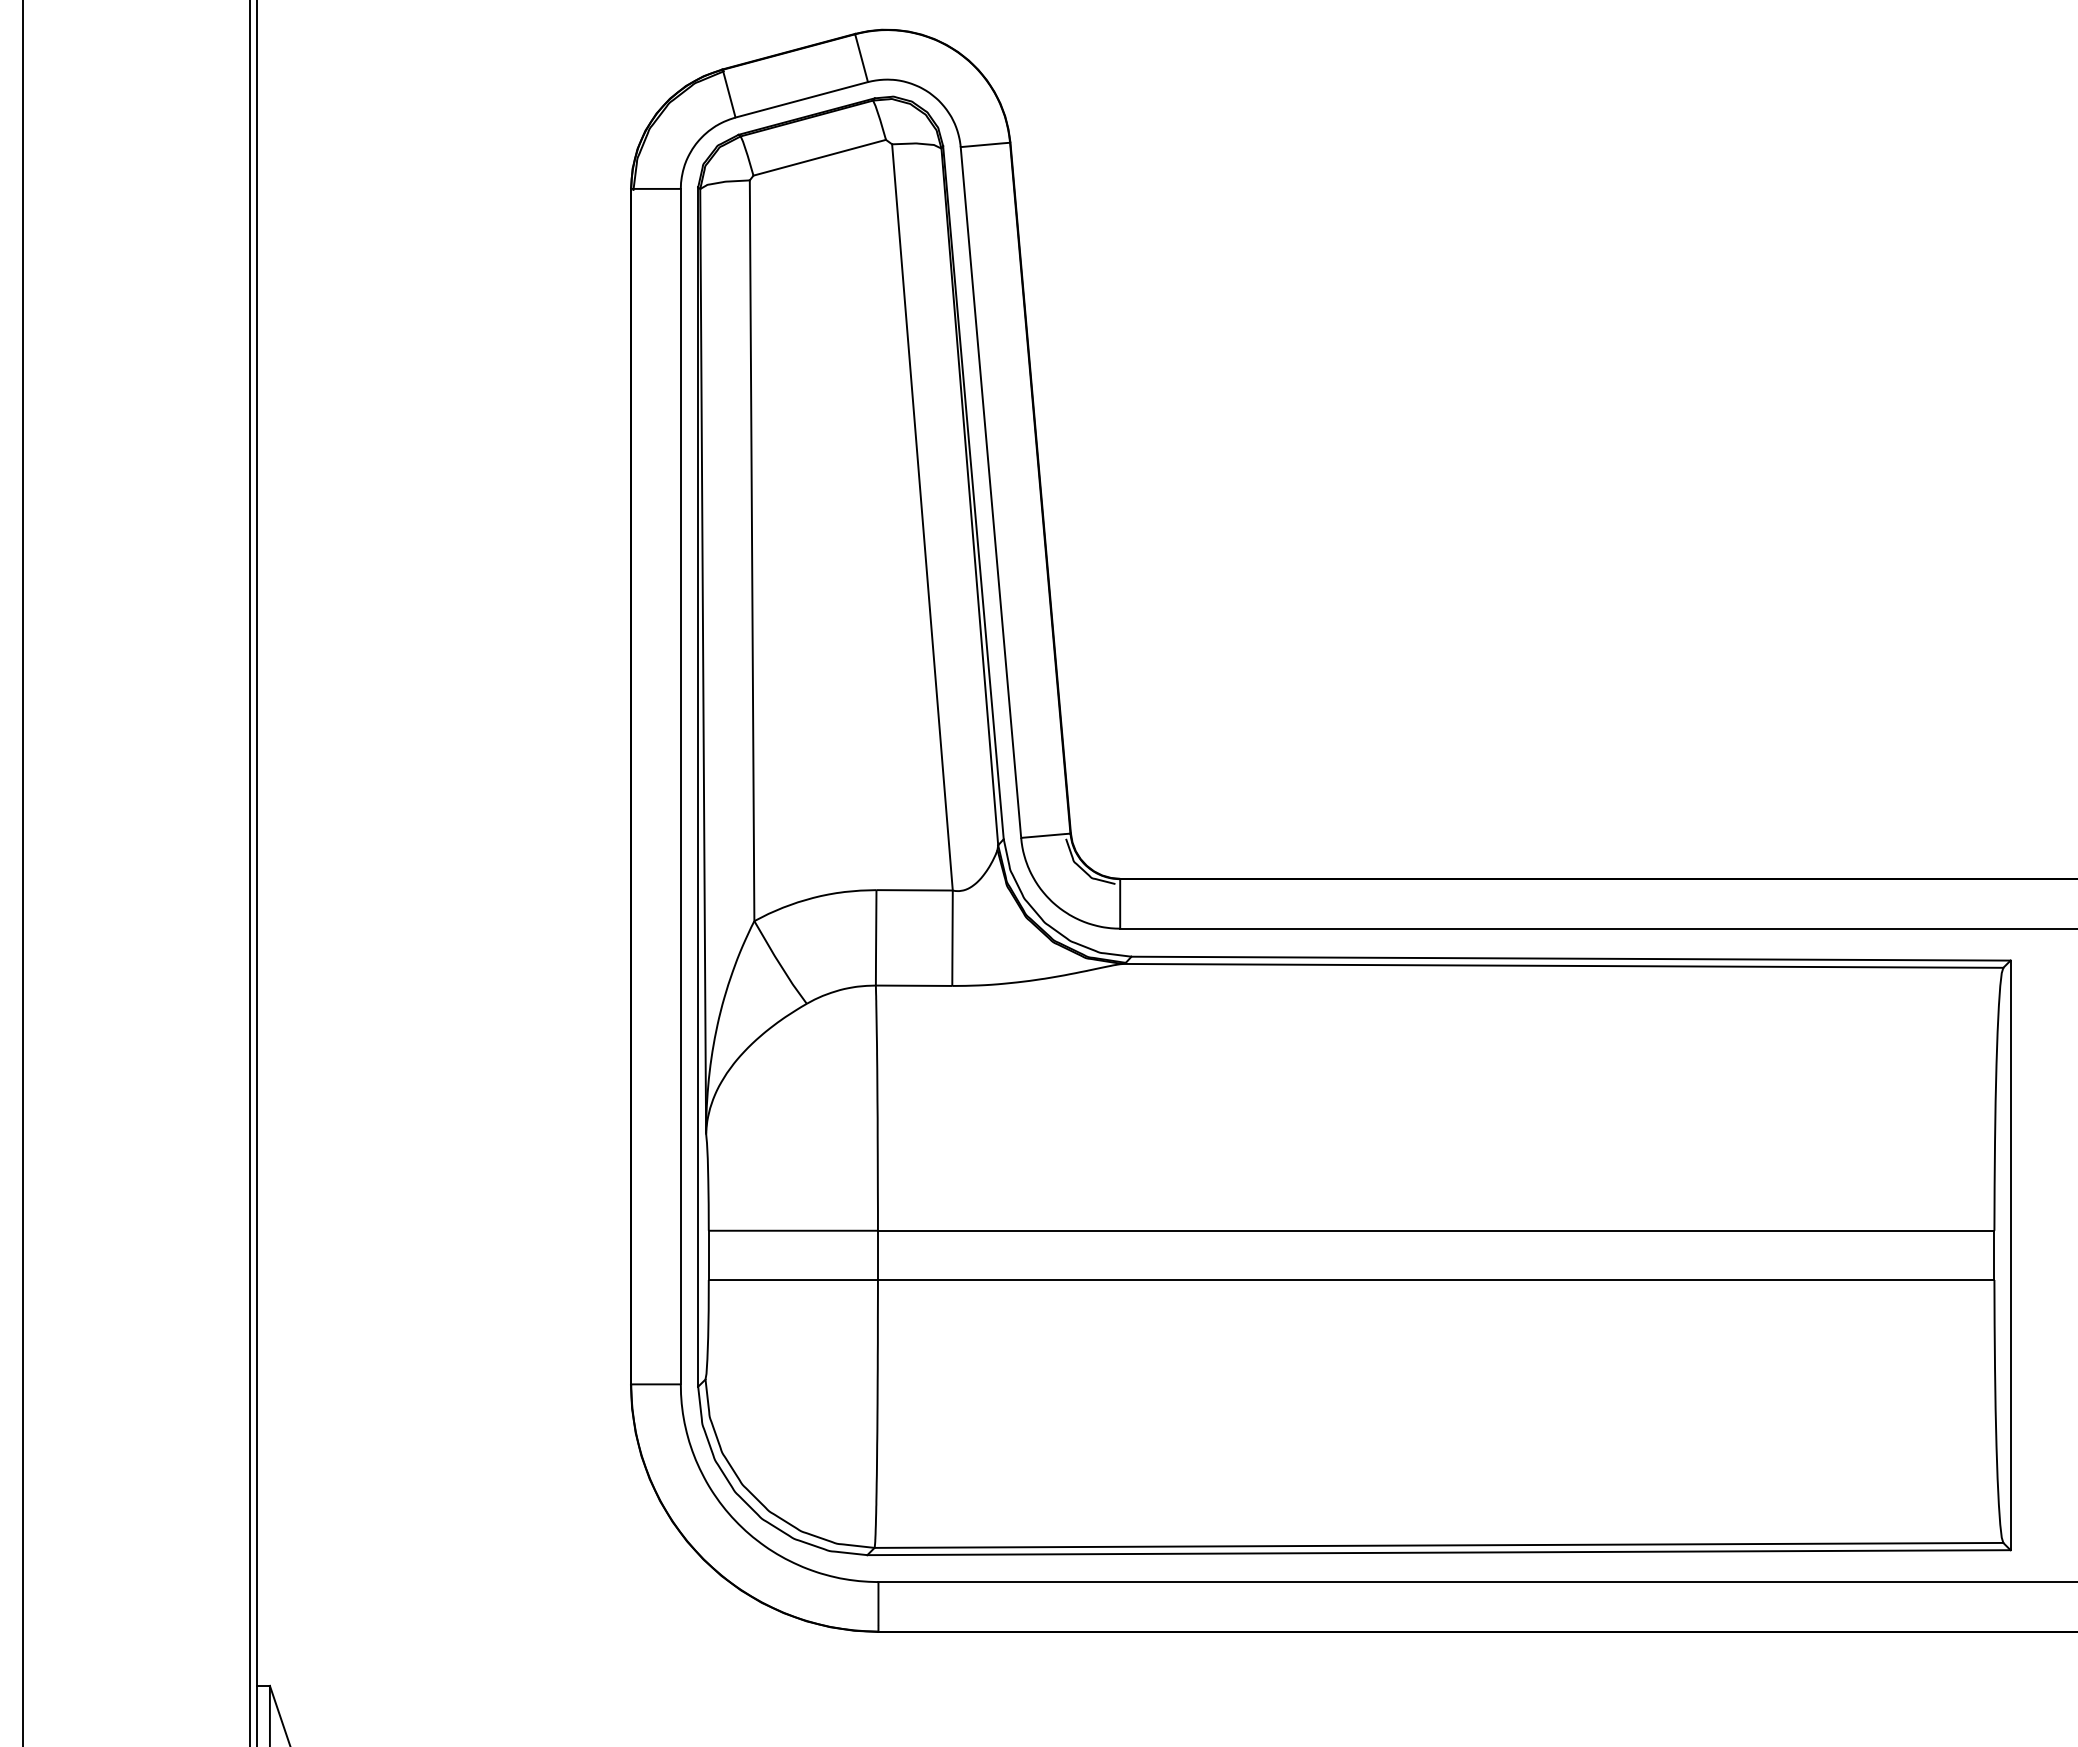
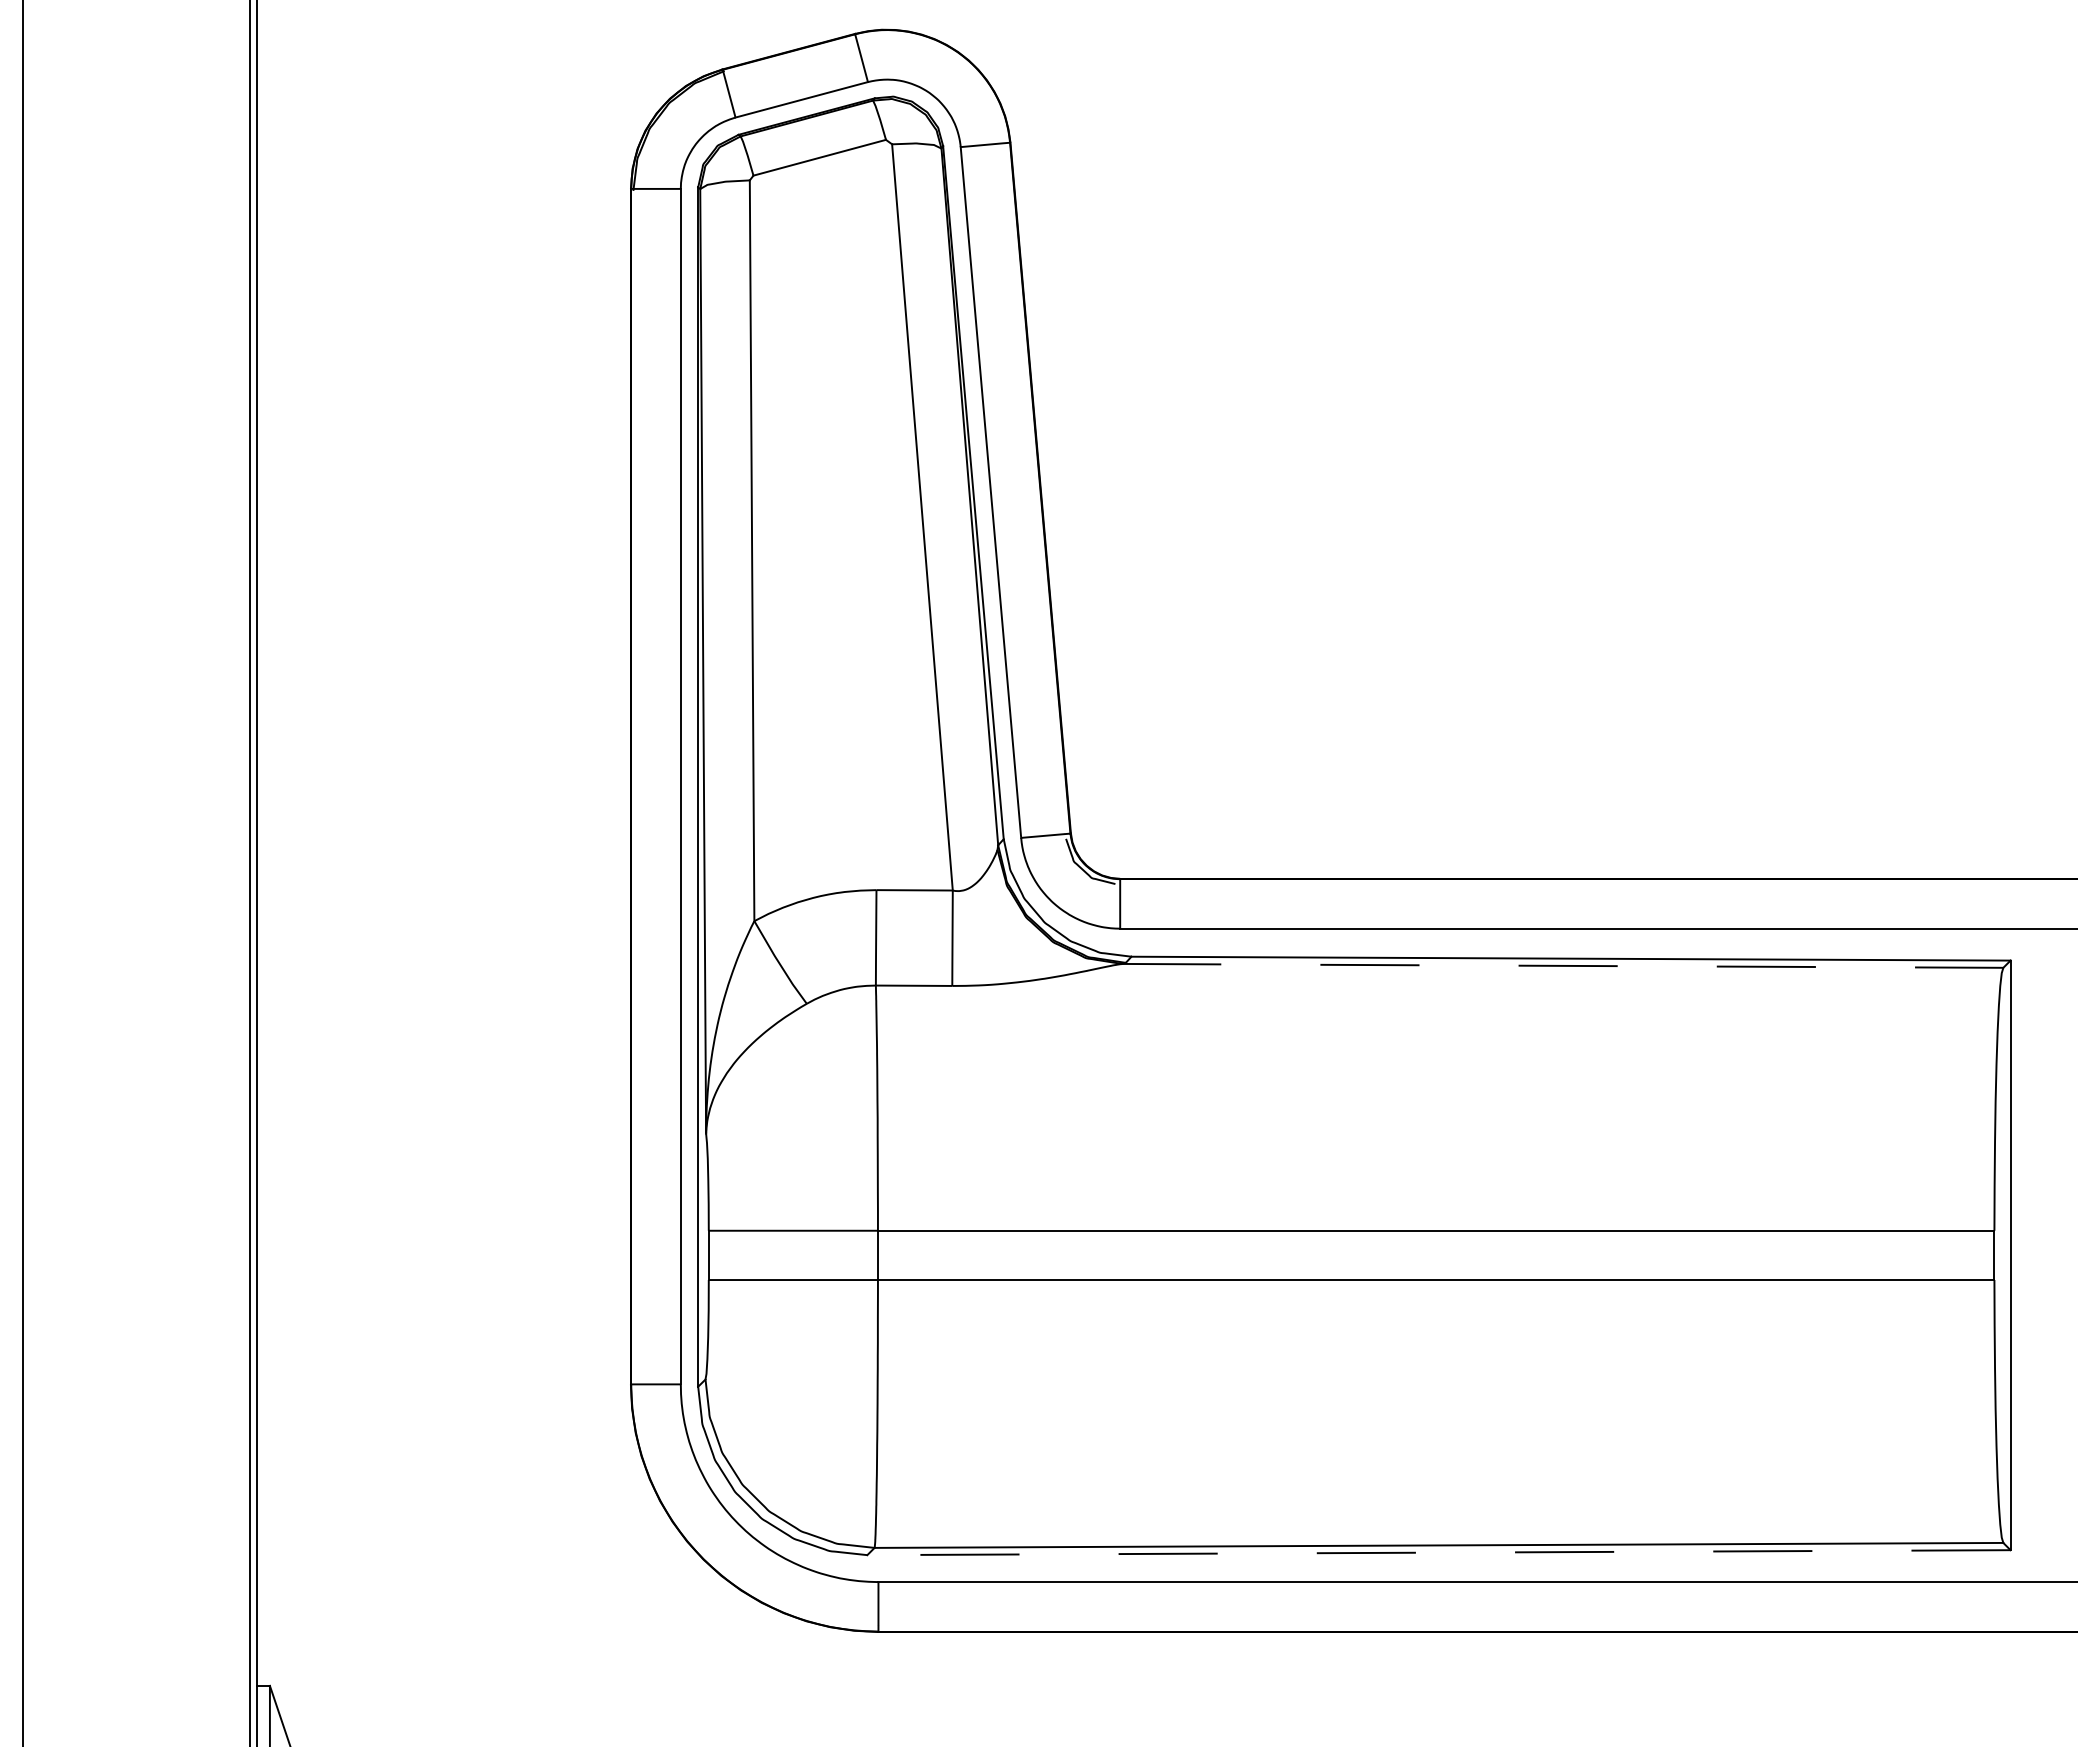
line at (1562, 965): solid -> dashed
line at (1438, 1552): solid -> dashed
